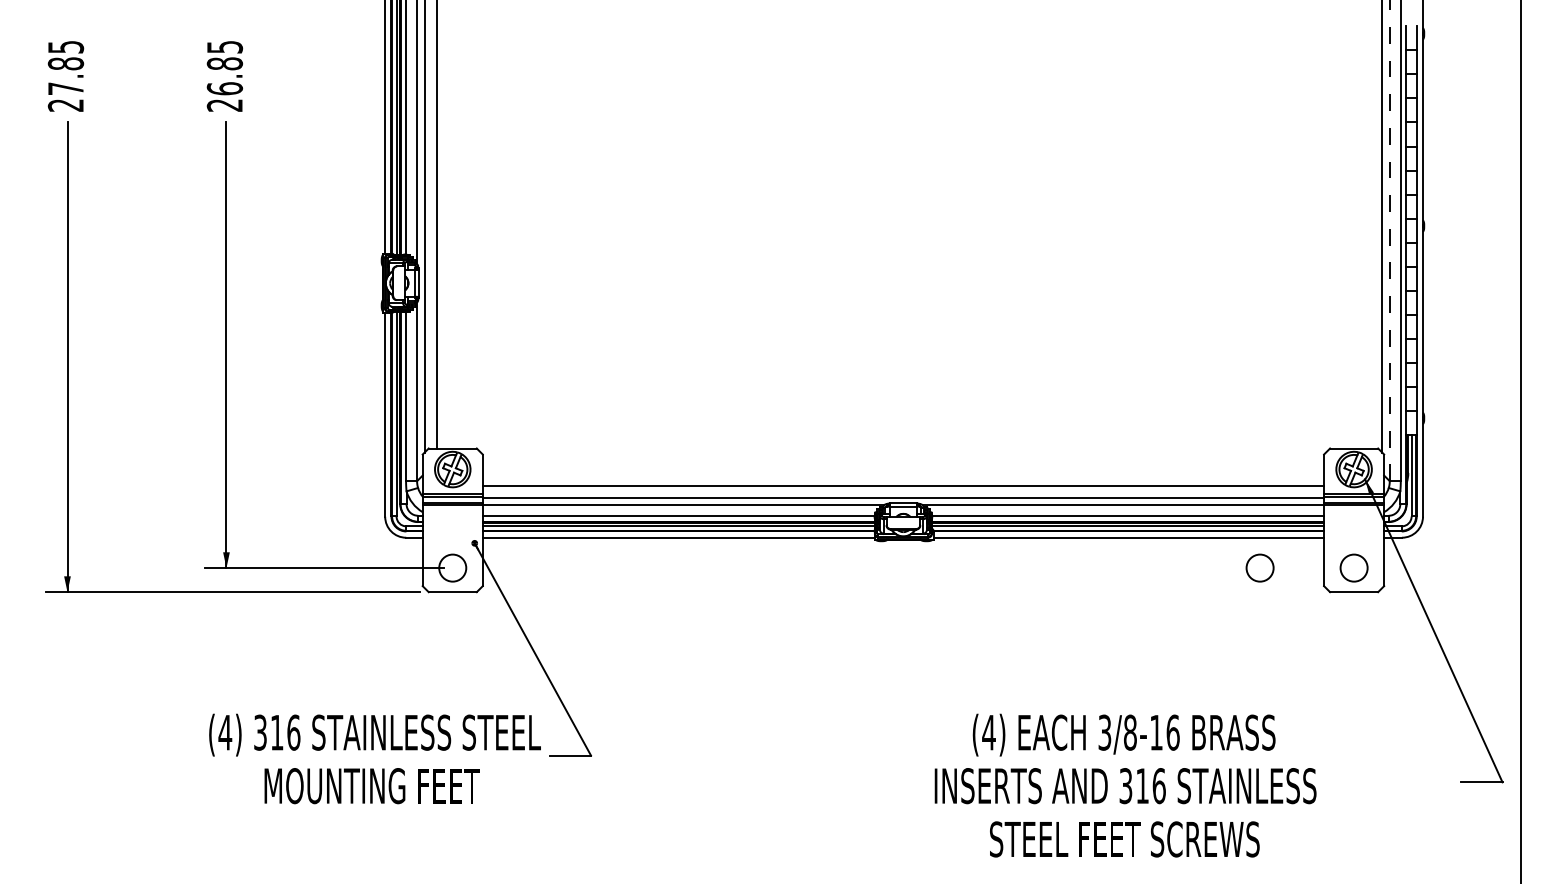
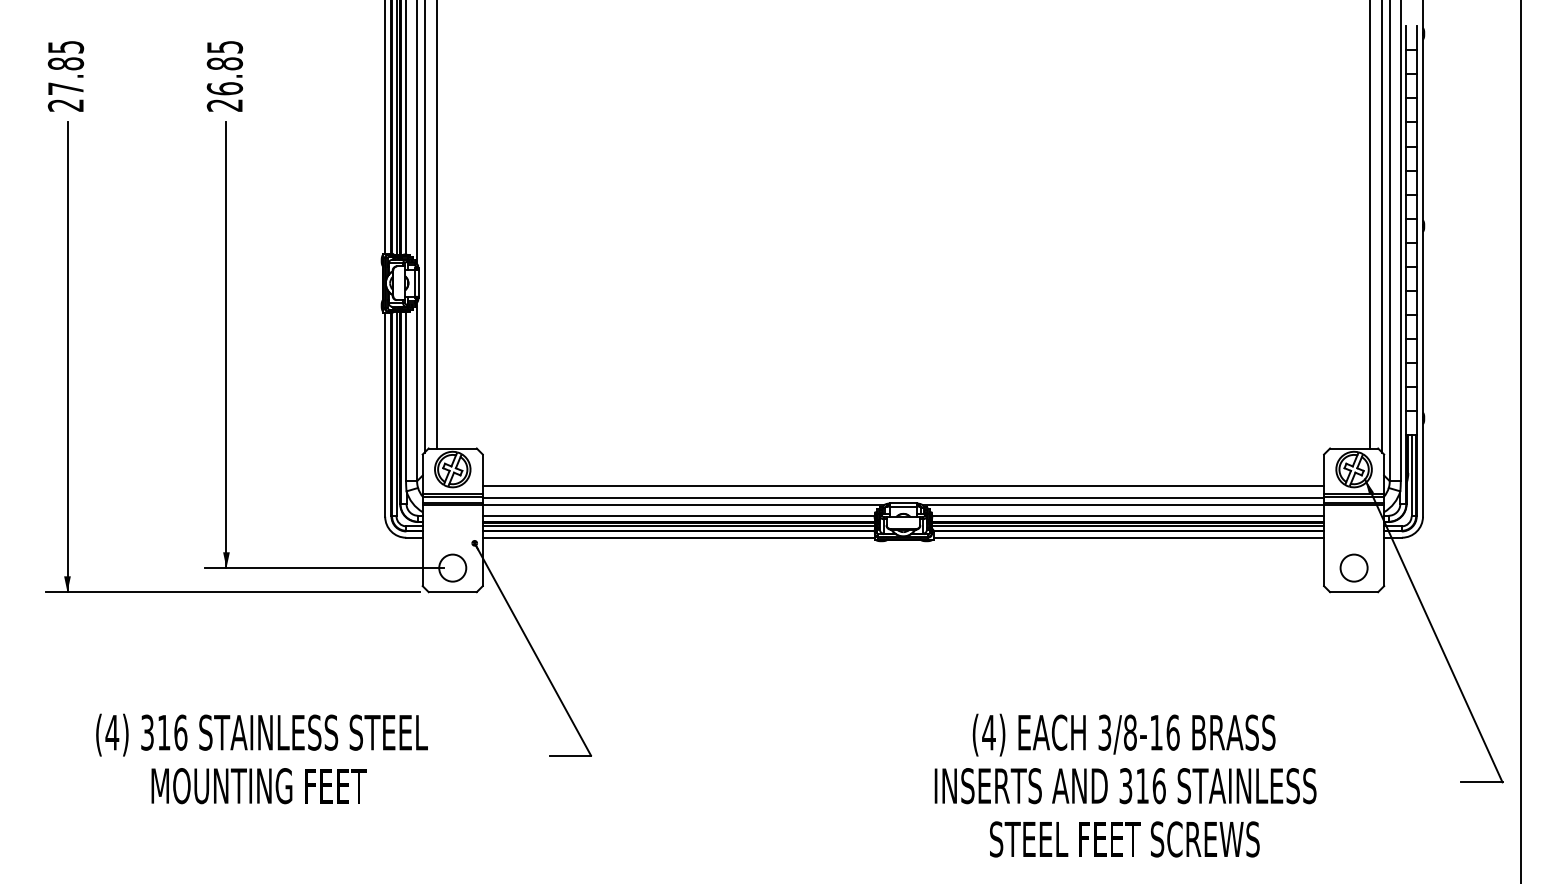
line at (1370, 225): none -> present
line at (1389, 240): dashed -> solid
circle at (1259, 567): present -> none
text at (374, 758) position: (374, 758) -> (261, 758)
